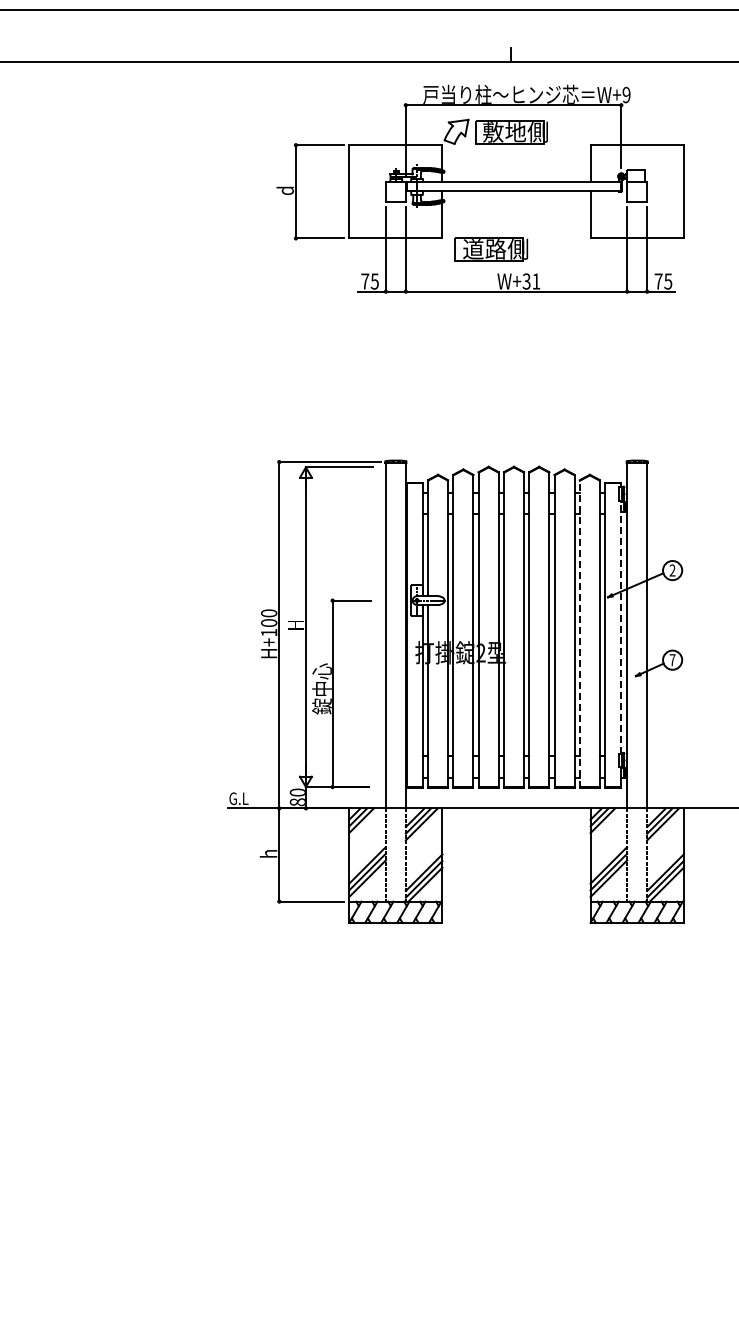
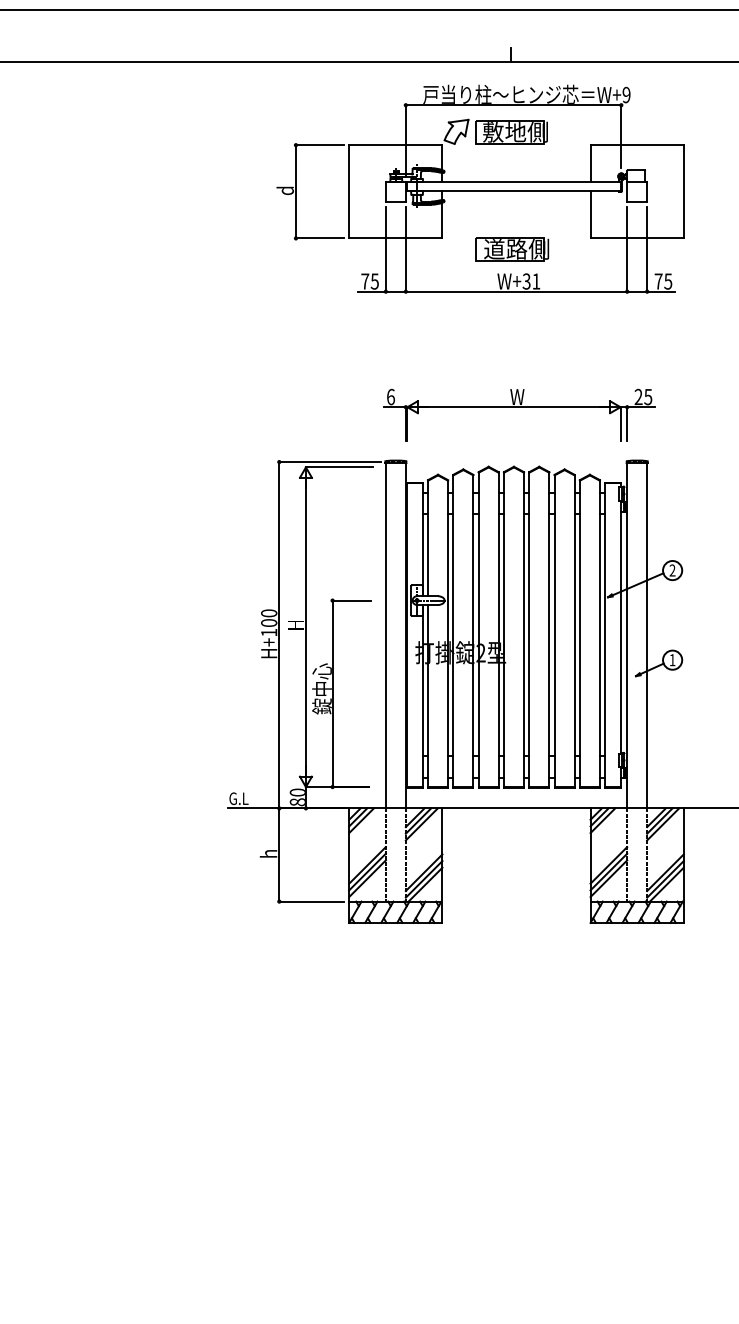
part at (491, 249) position: (491, 249) -> (512, 249)
part at (519, 407): none -> present
line at (620, 627): dashed -> solid
line at (579, 633): dashed -> solid
text at (672, 660): 7 -> 1
